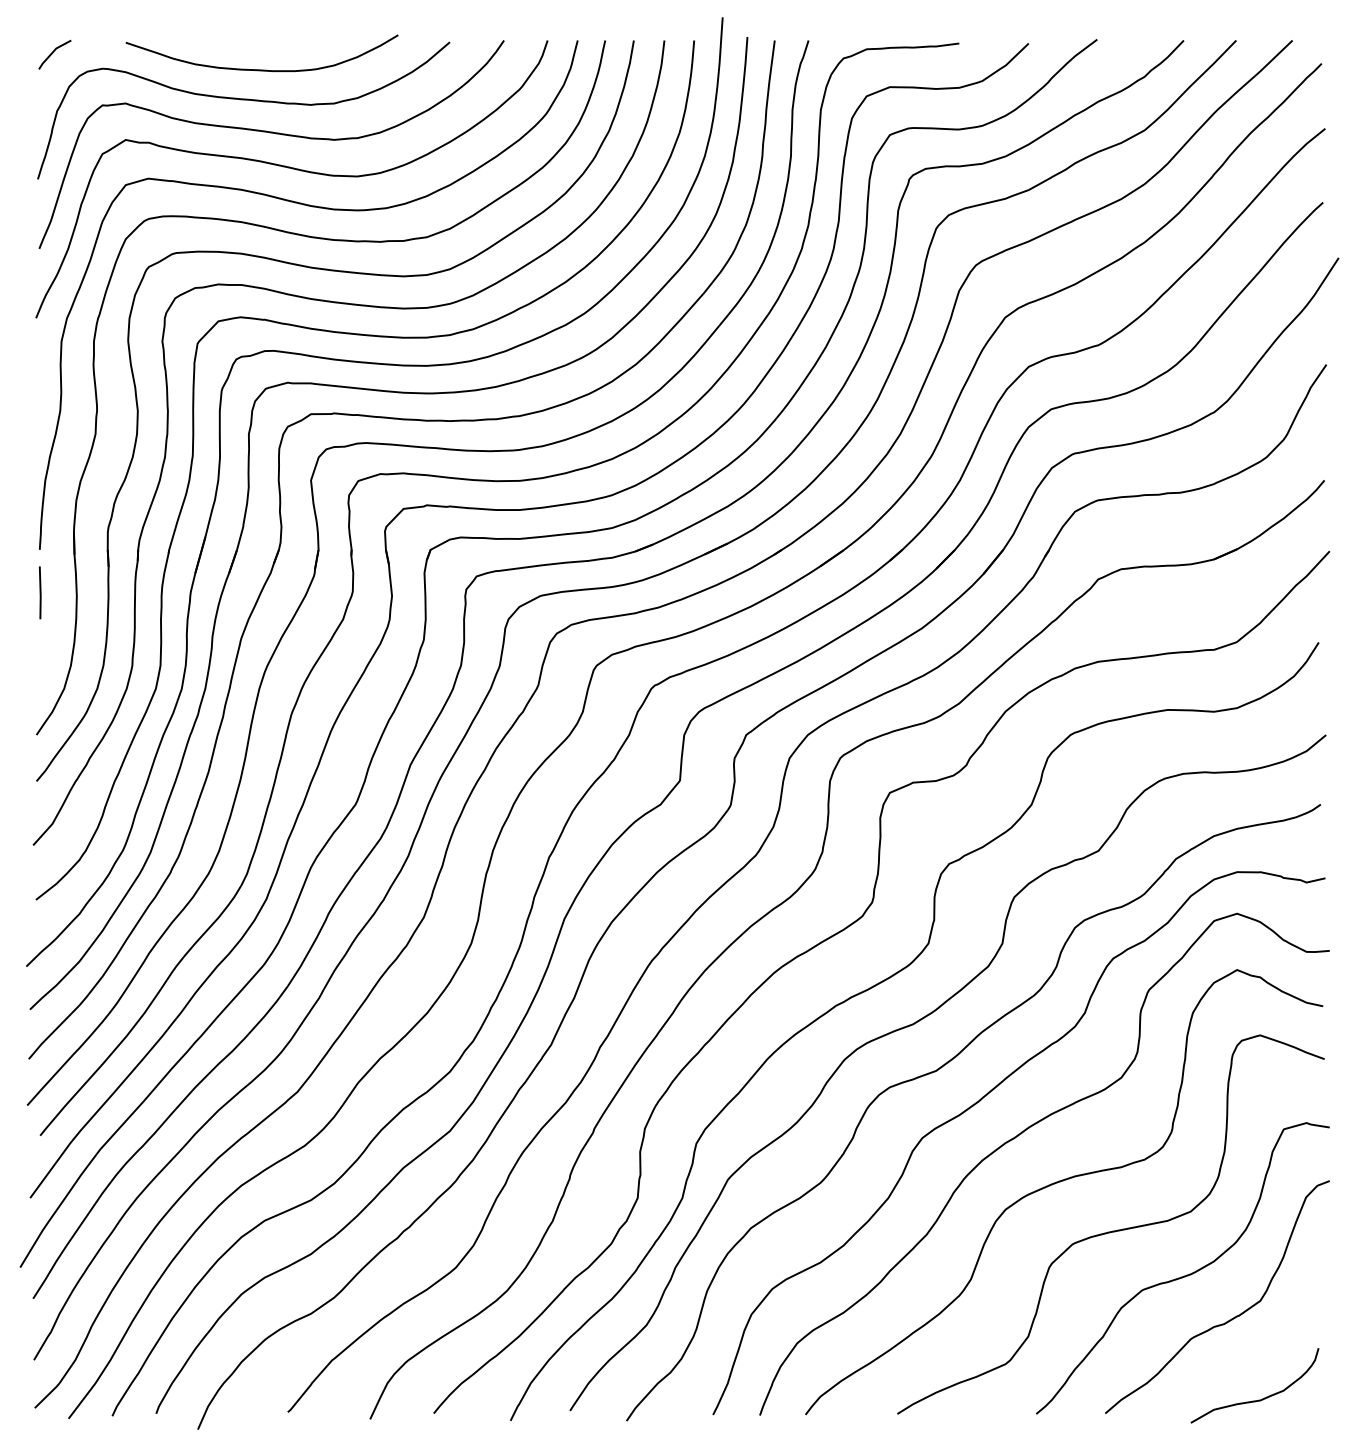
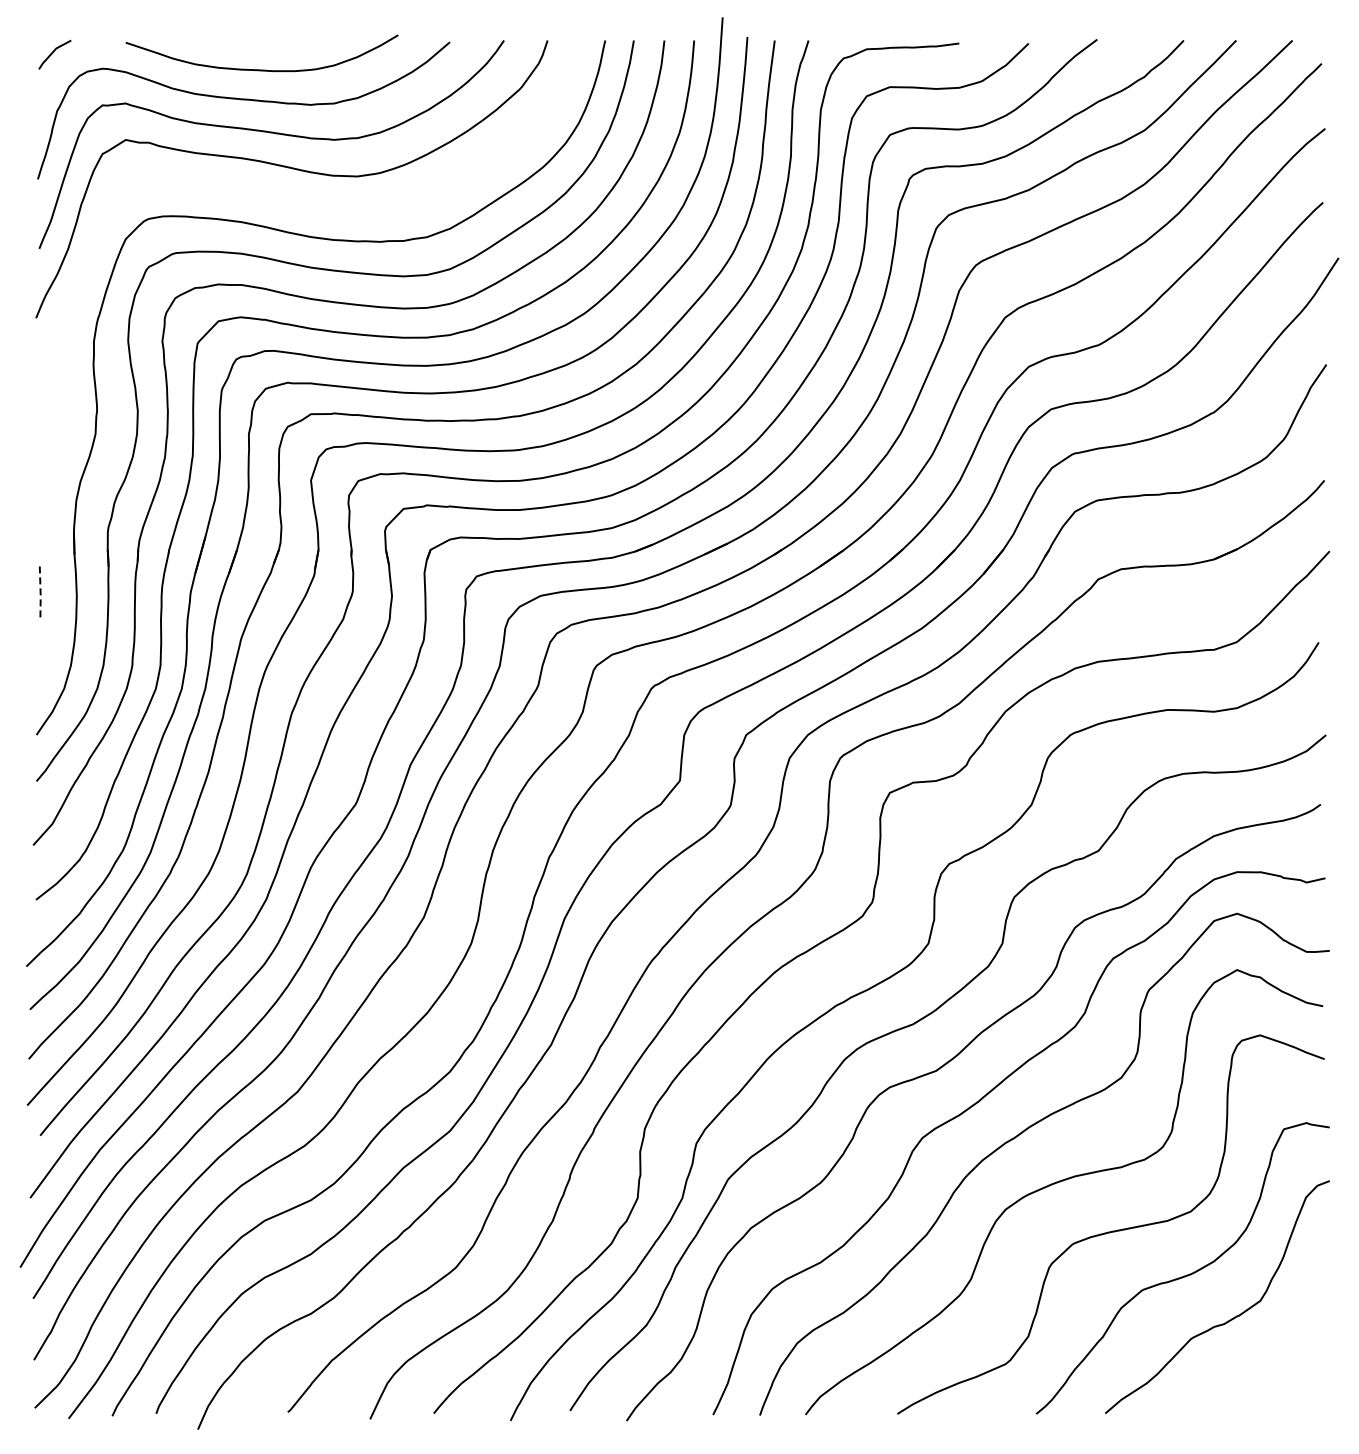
curve at (325, 209): present -> none
line at (40, 594): solid -> dashed
curve at (1258, 1399): present -> none
